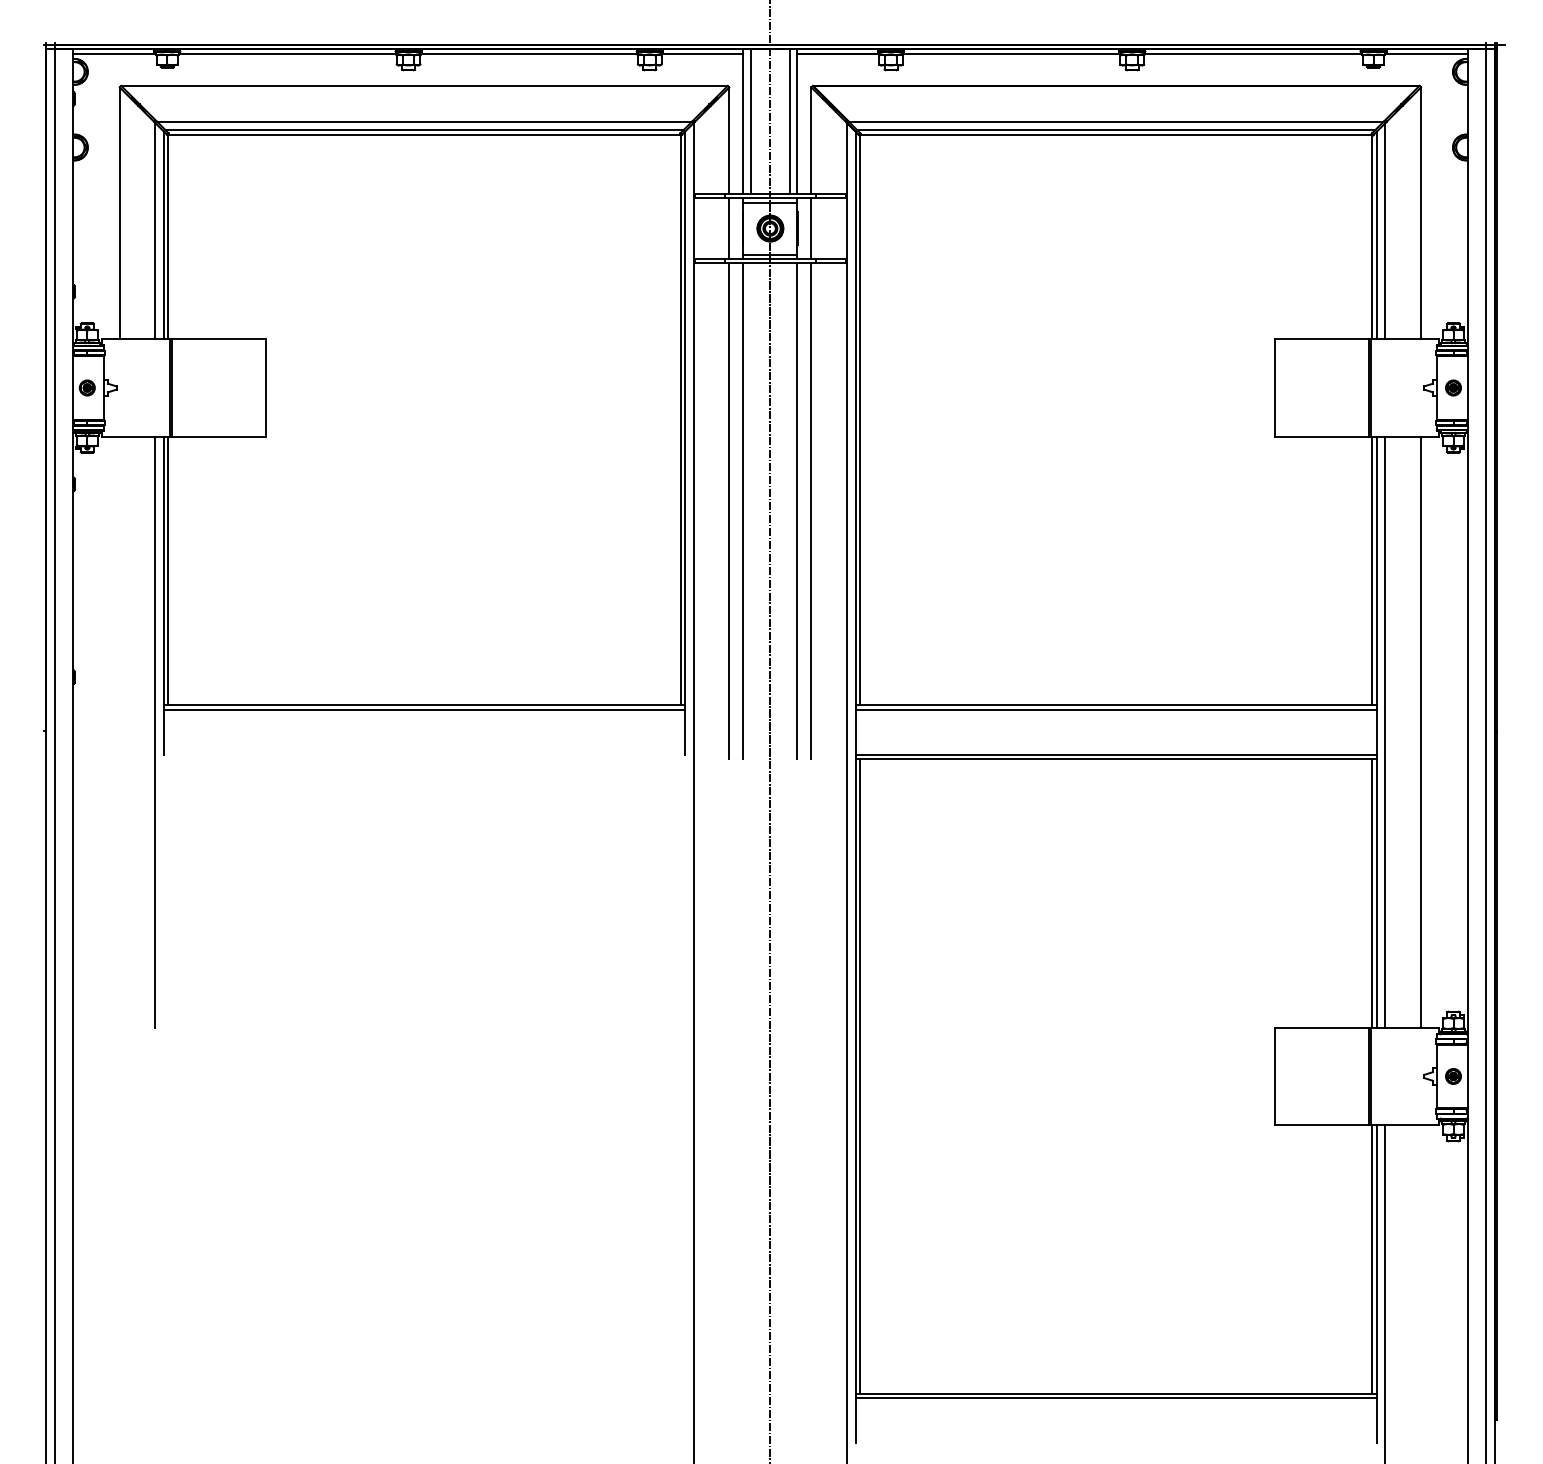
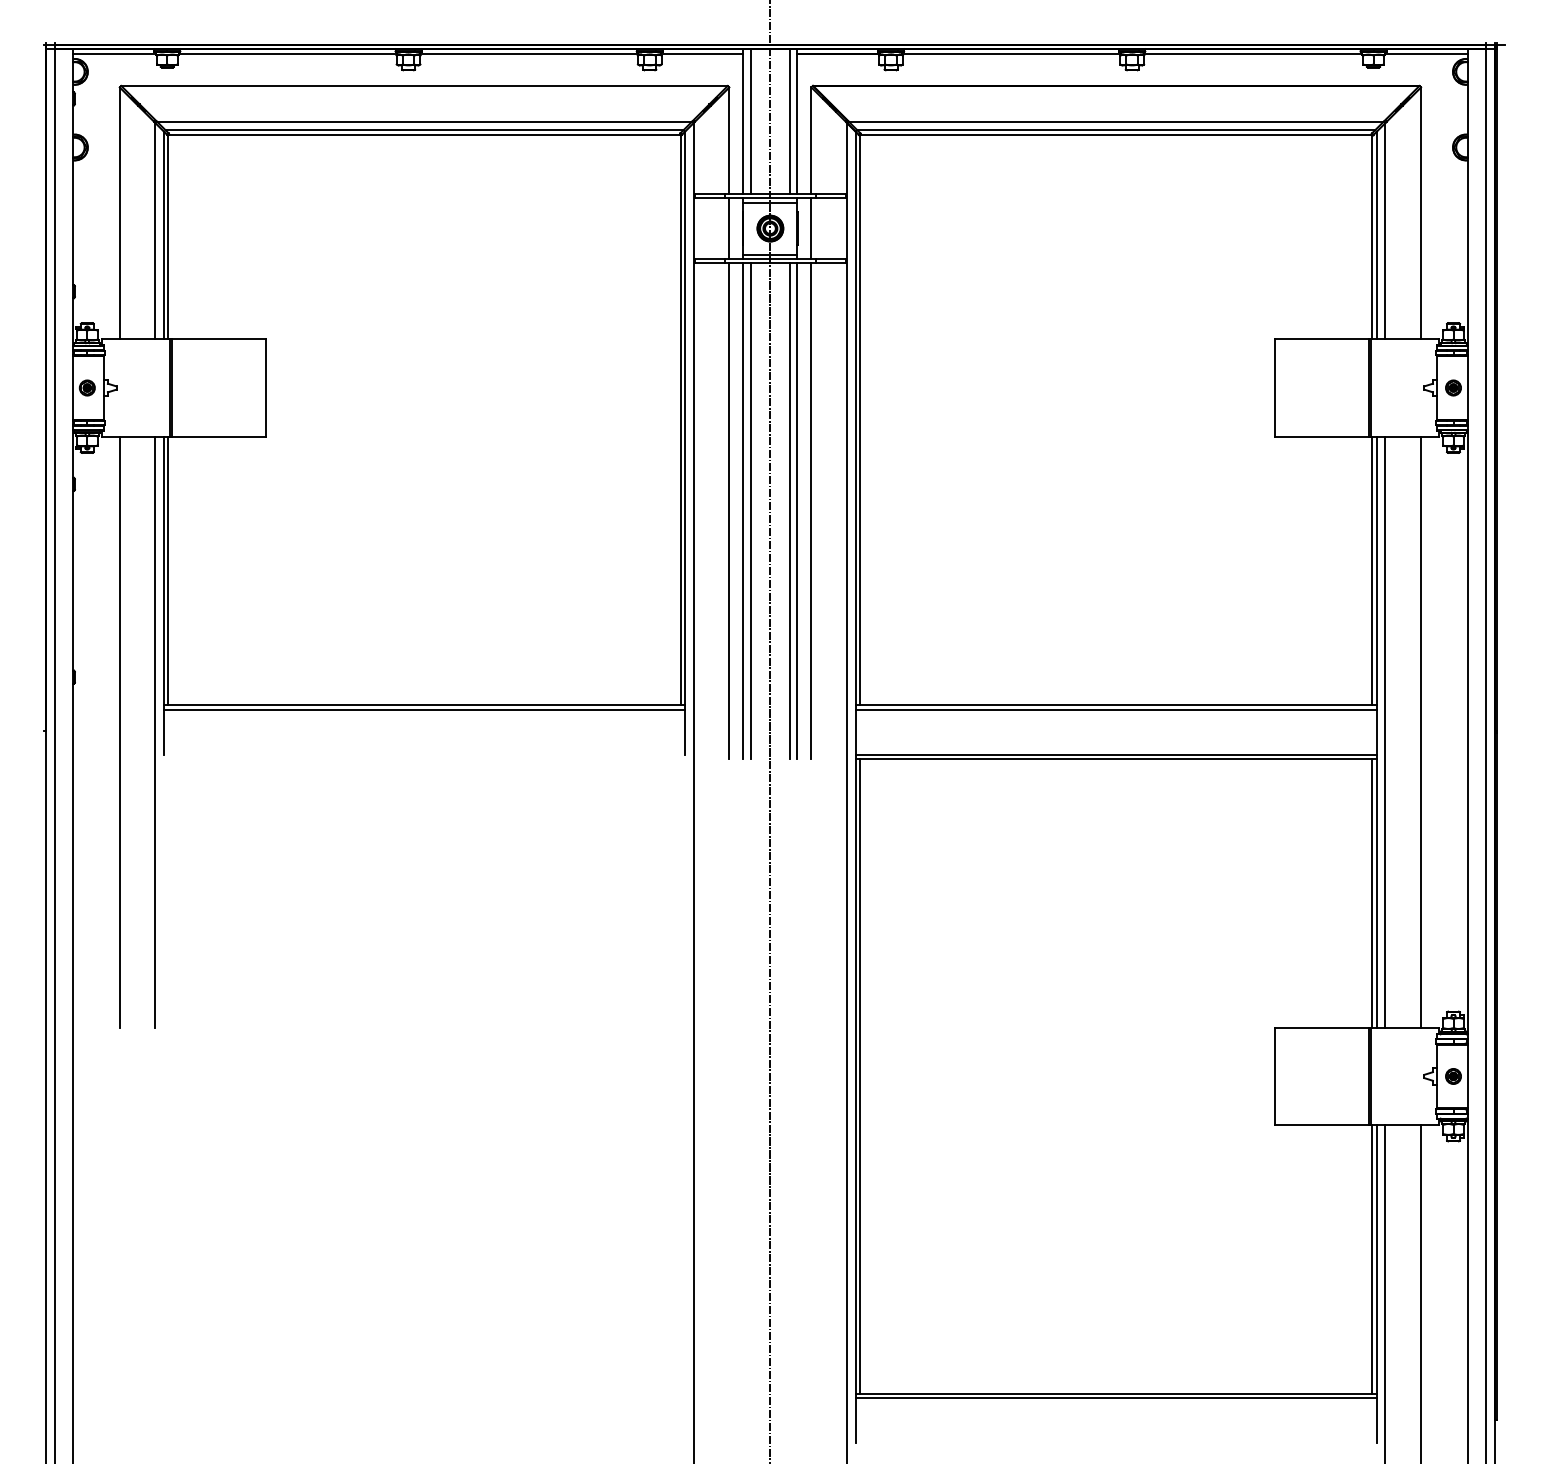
line at (750, 511): none -> present
line at (789, 511): none -> present
line at (119, 731): none -> present
line at (1421, 1292): none -> present
